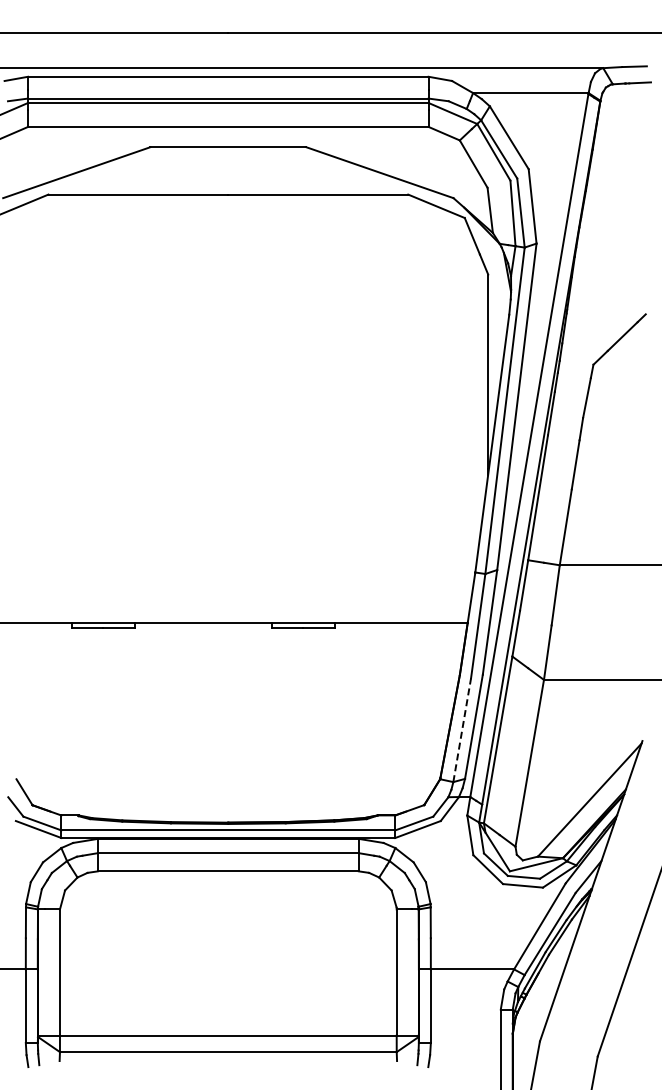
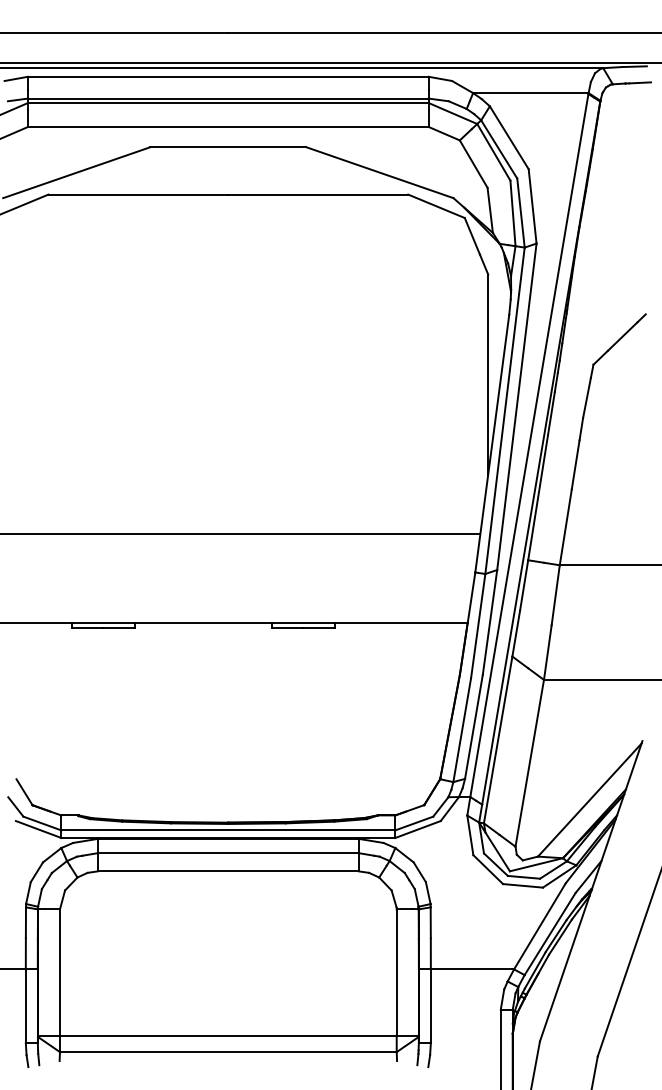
line at (330, 62): none -> present
line at (241, 534): none -> present
line at (462, 730): dashed -> solid
